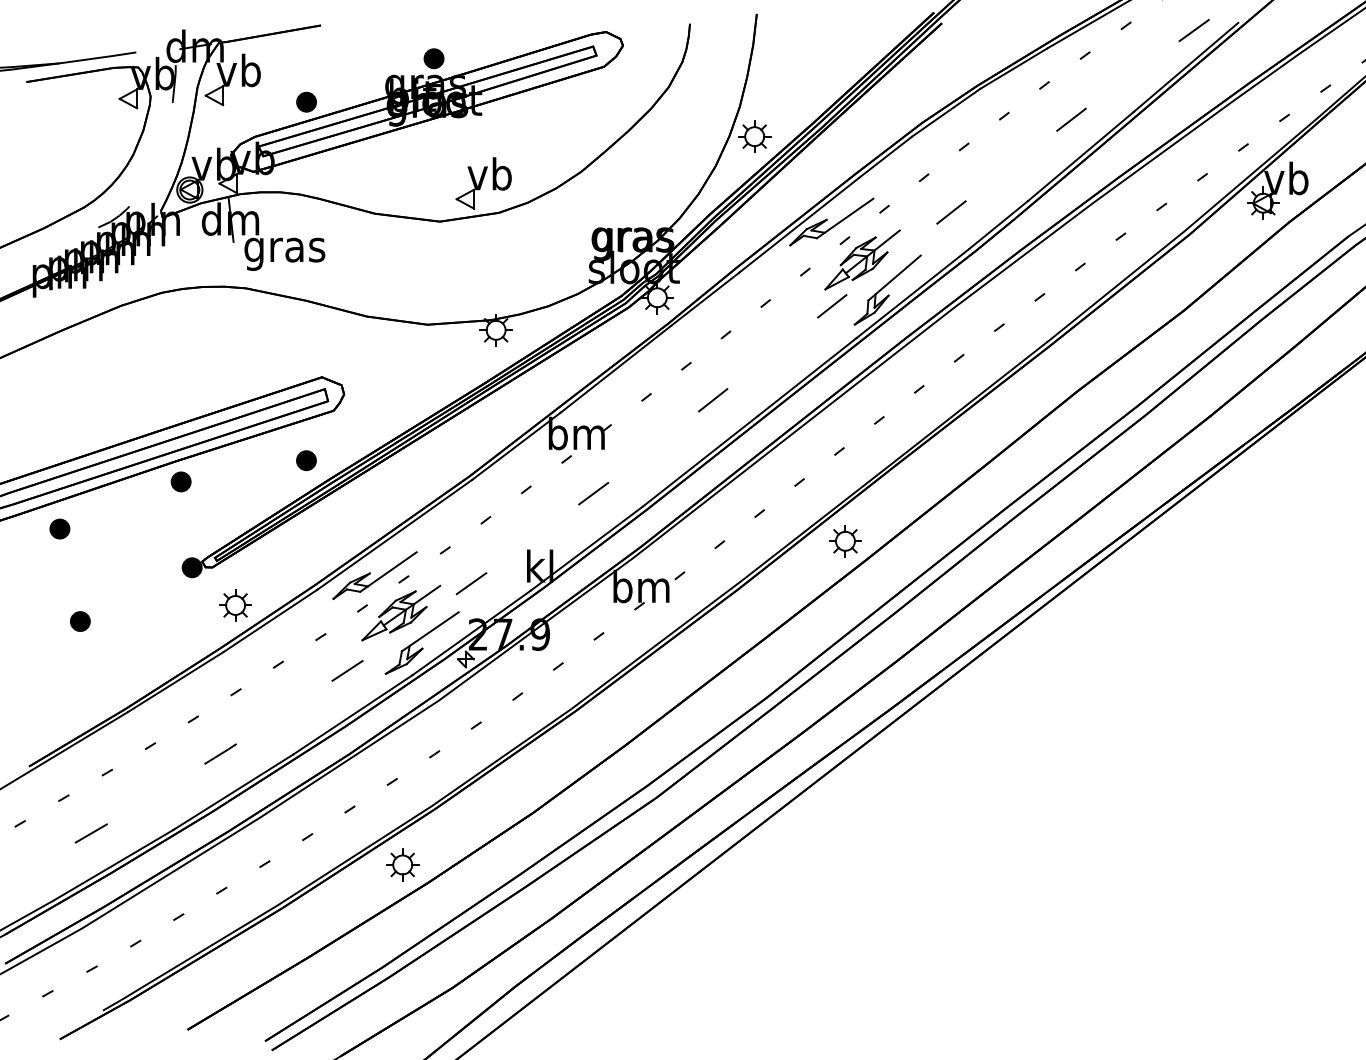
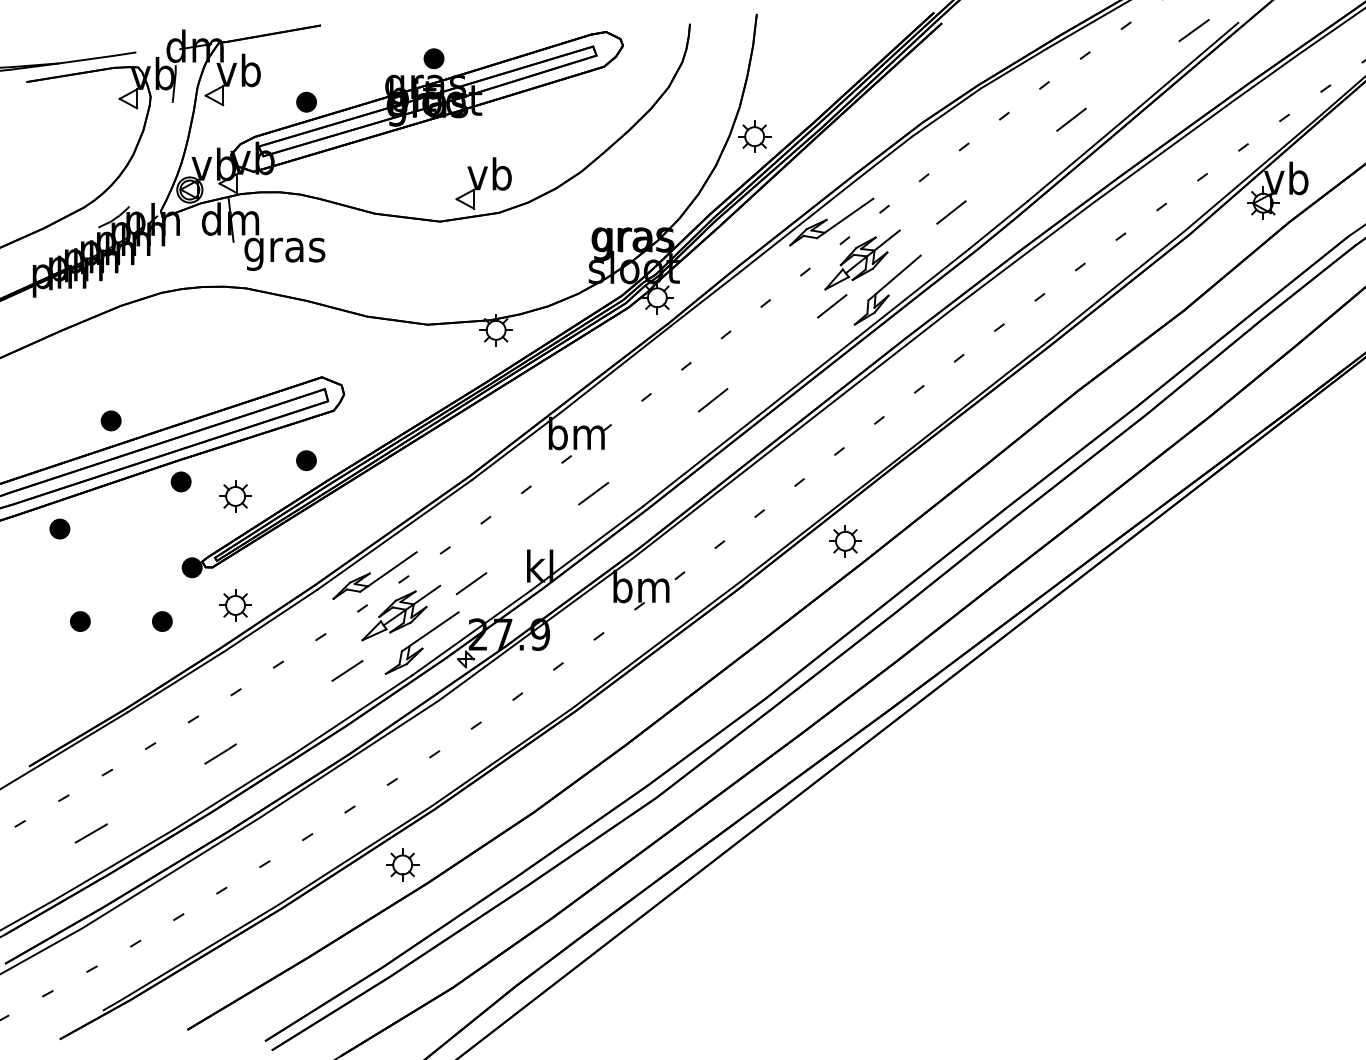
part at (110, 420): none -> present
part at (235, 496): none -> present
part at (162, 621): none -> present
